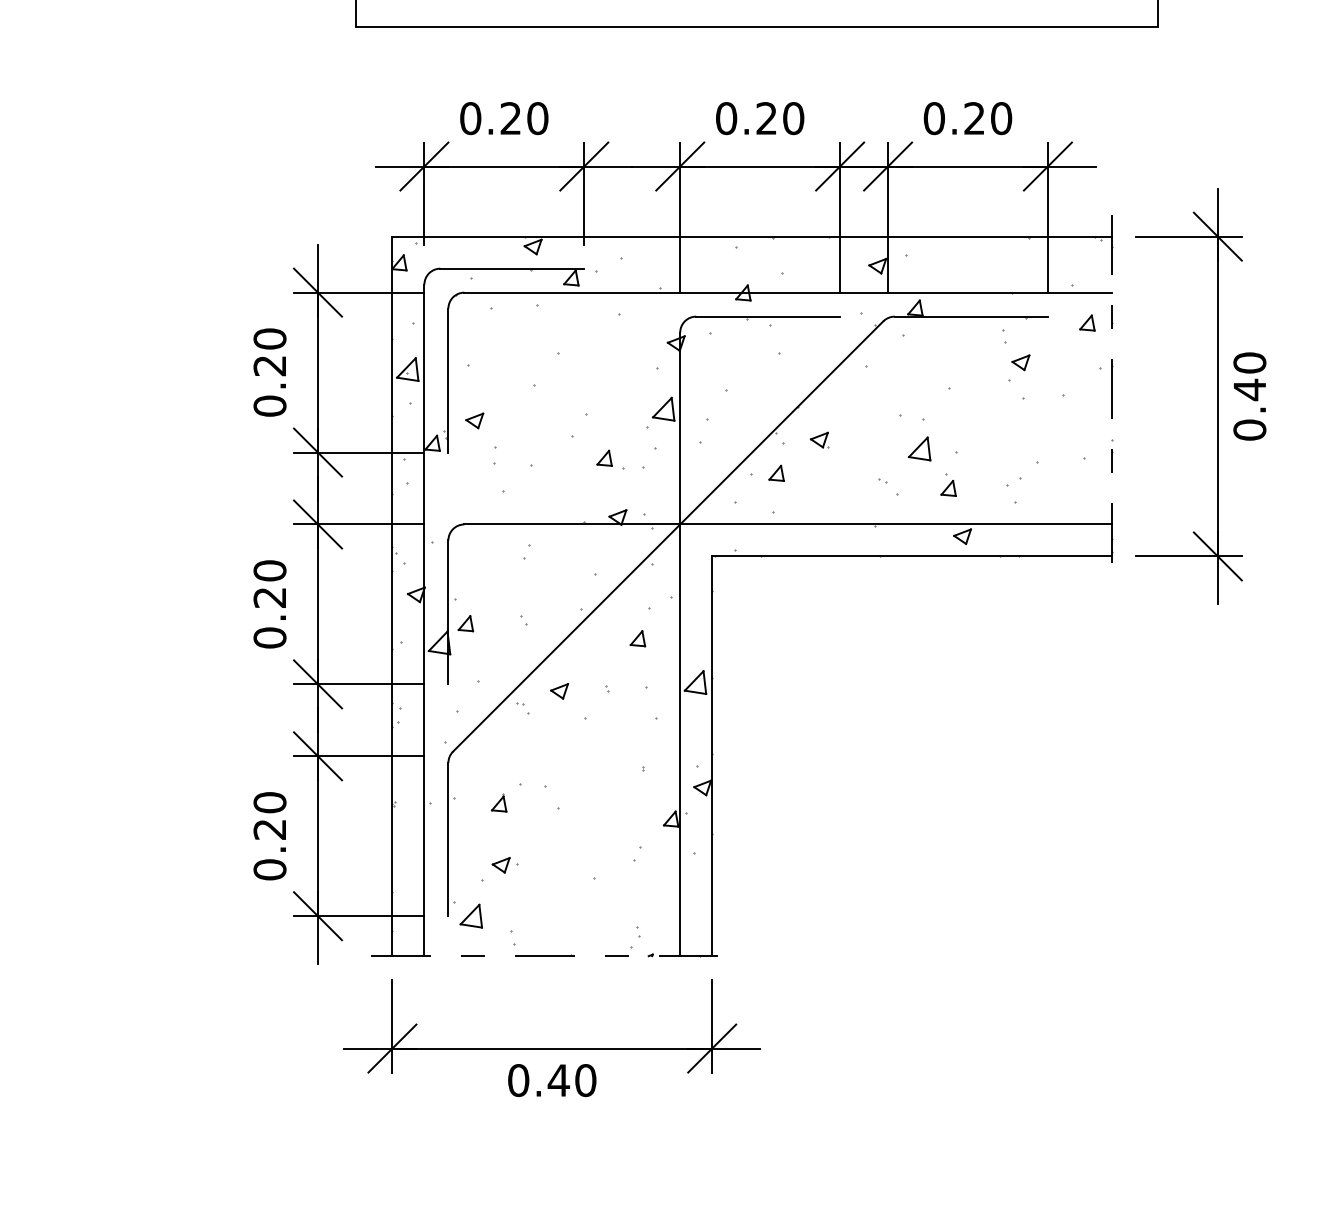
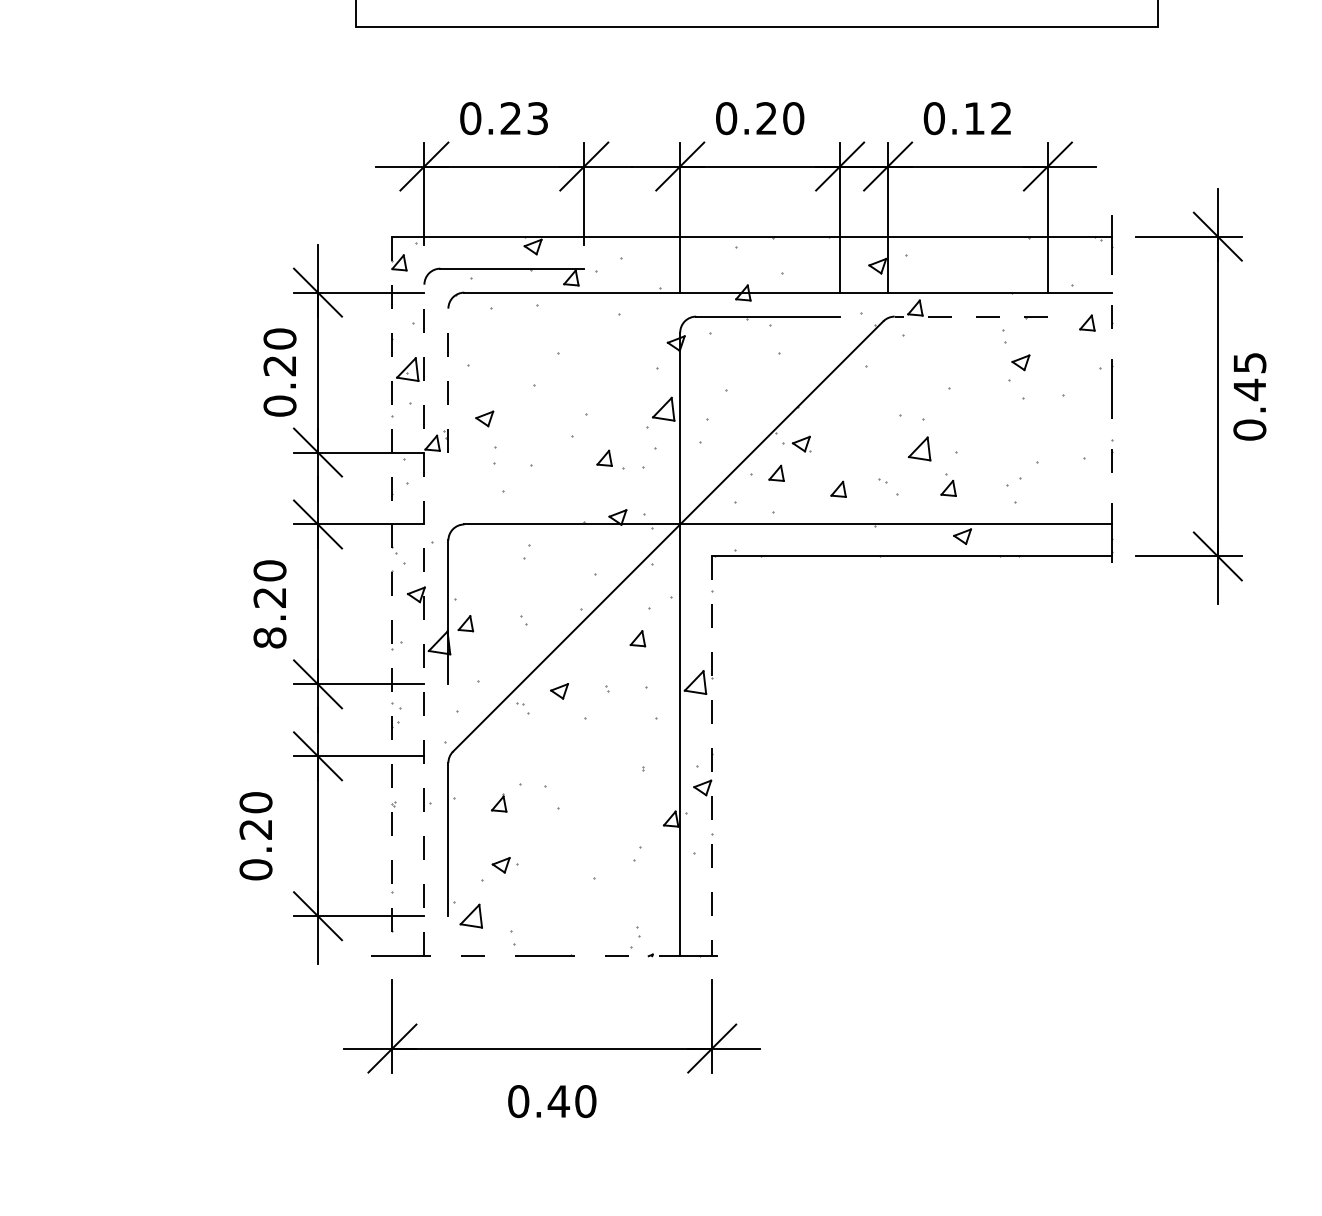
text at (537, 118): 0.20 -> 0.23
text at (988, 118): 0.20 -> 0.12
line at (971, 316): solid -> dashed
text at (1249, 362): 0.40 -> 0.45
text at (269, 372) position: (269, 372) -> (279, 372)
line at (448, 380): solid -> dashed
part at (474, 420) position: (474, 420) -> (484, 418)
part at (819, 439) position: (819, 439) -> (801, 443)
part at (838, 488): none -> present
line at (392, 596): solid -> dashed
line at (424, 620): solid -> dashed
text at (269, 637): 0.20 -> 8.20
line at (712, 756): solid -> dashed
text at (269, 836) position: (269, 836) -> (255, 836)
text at (552, 1080) position: (552, 1080) -> (552, 1101)
